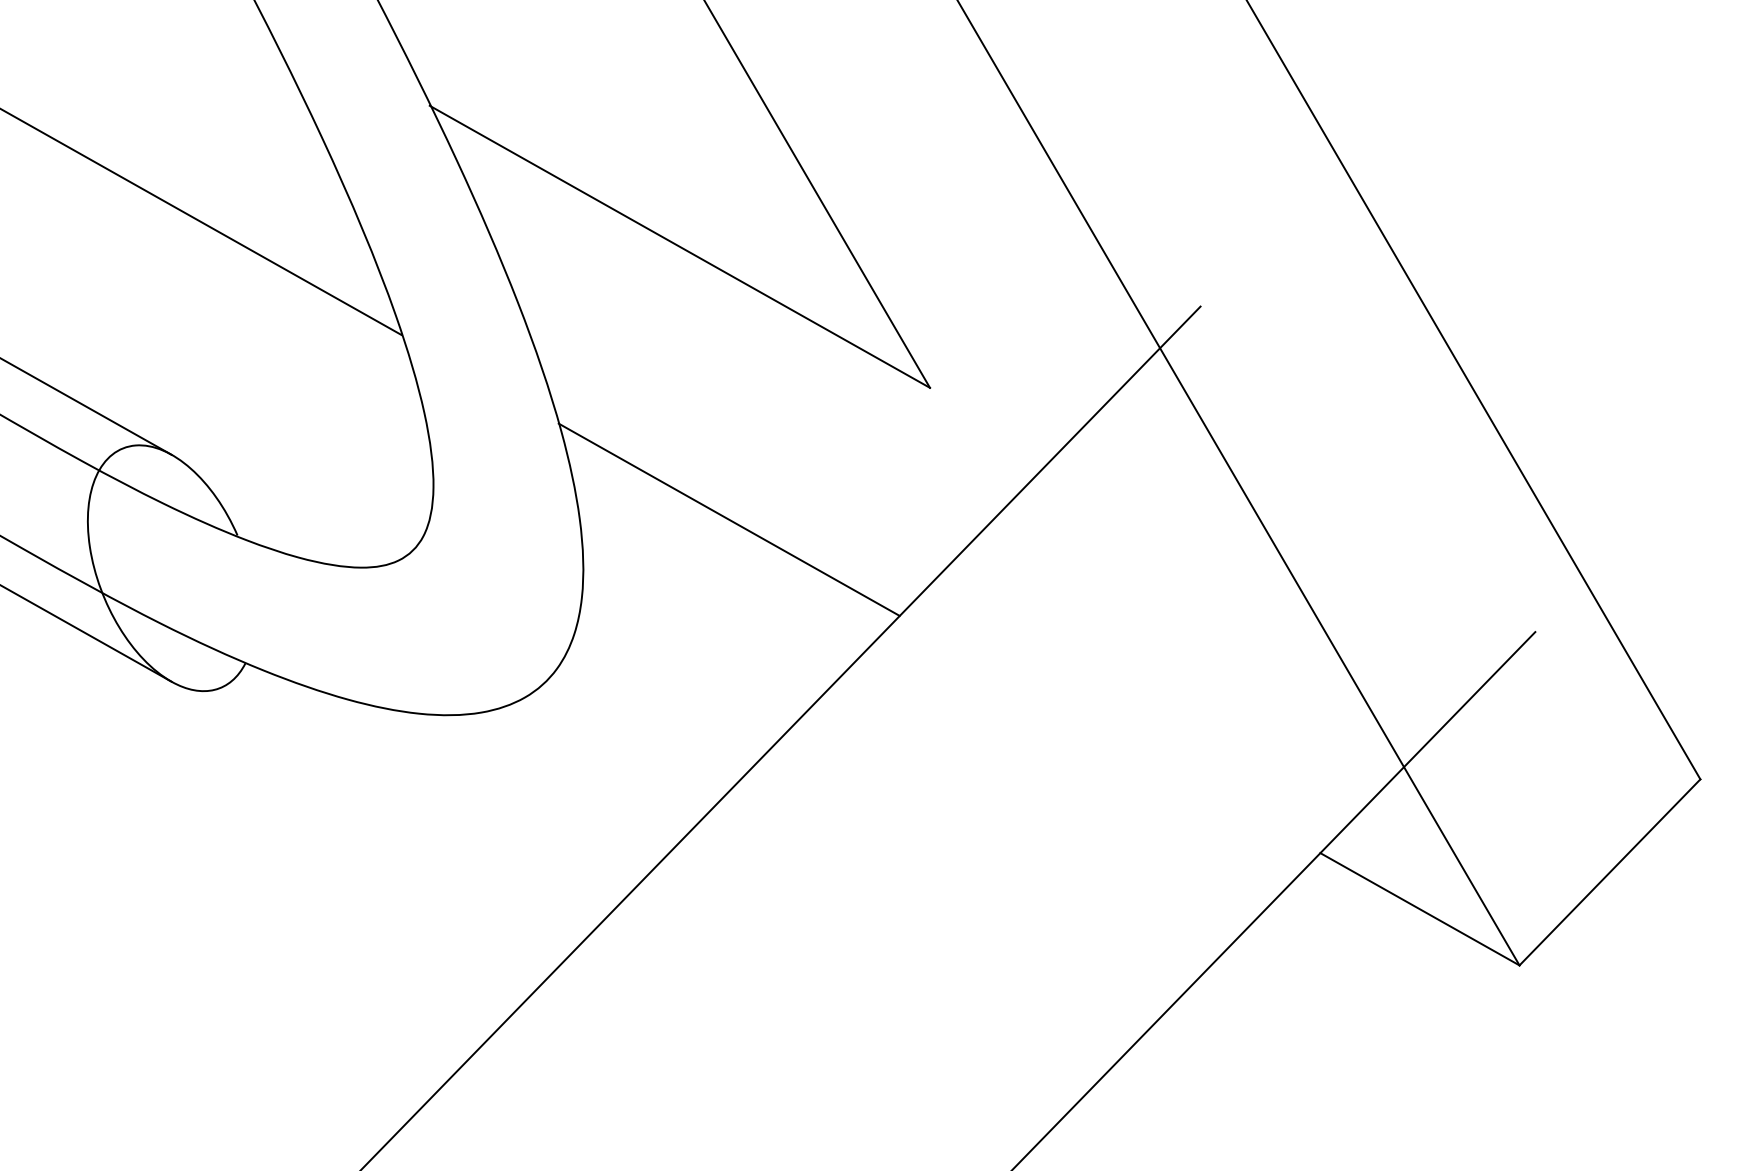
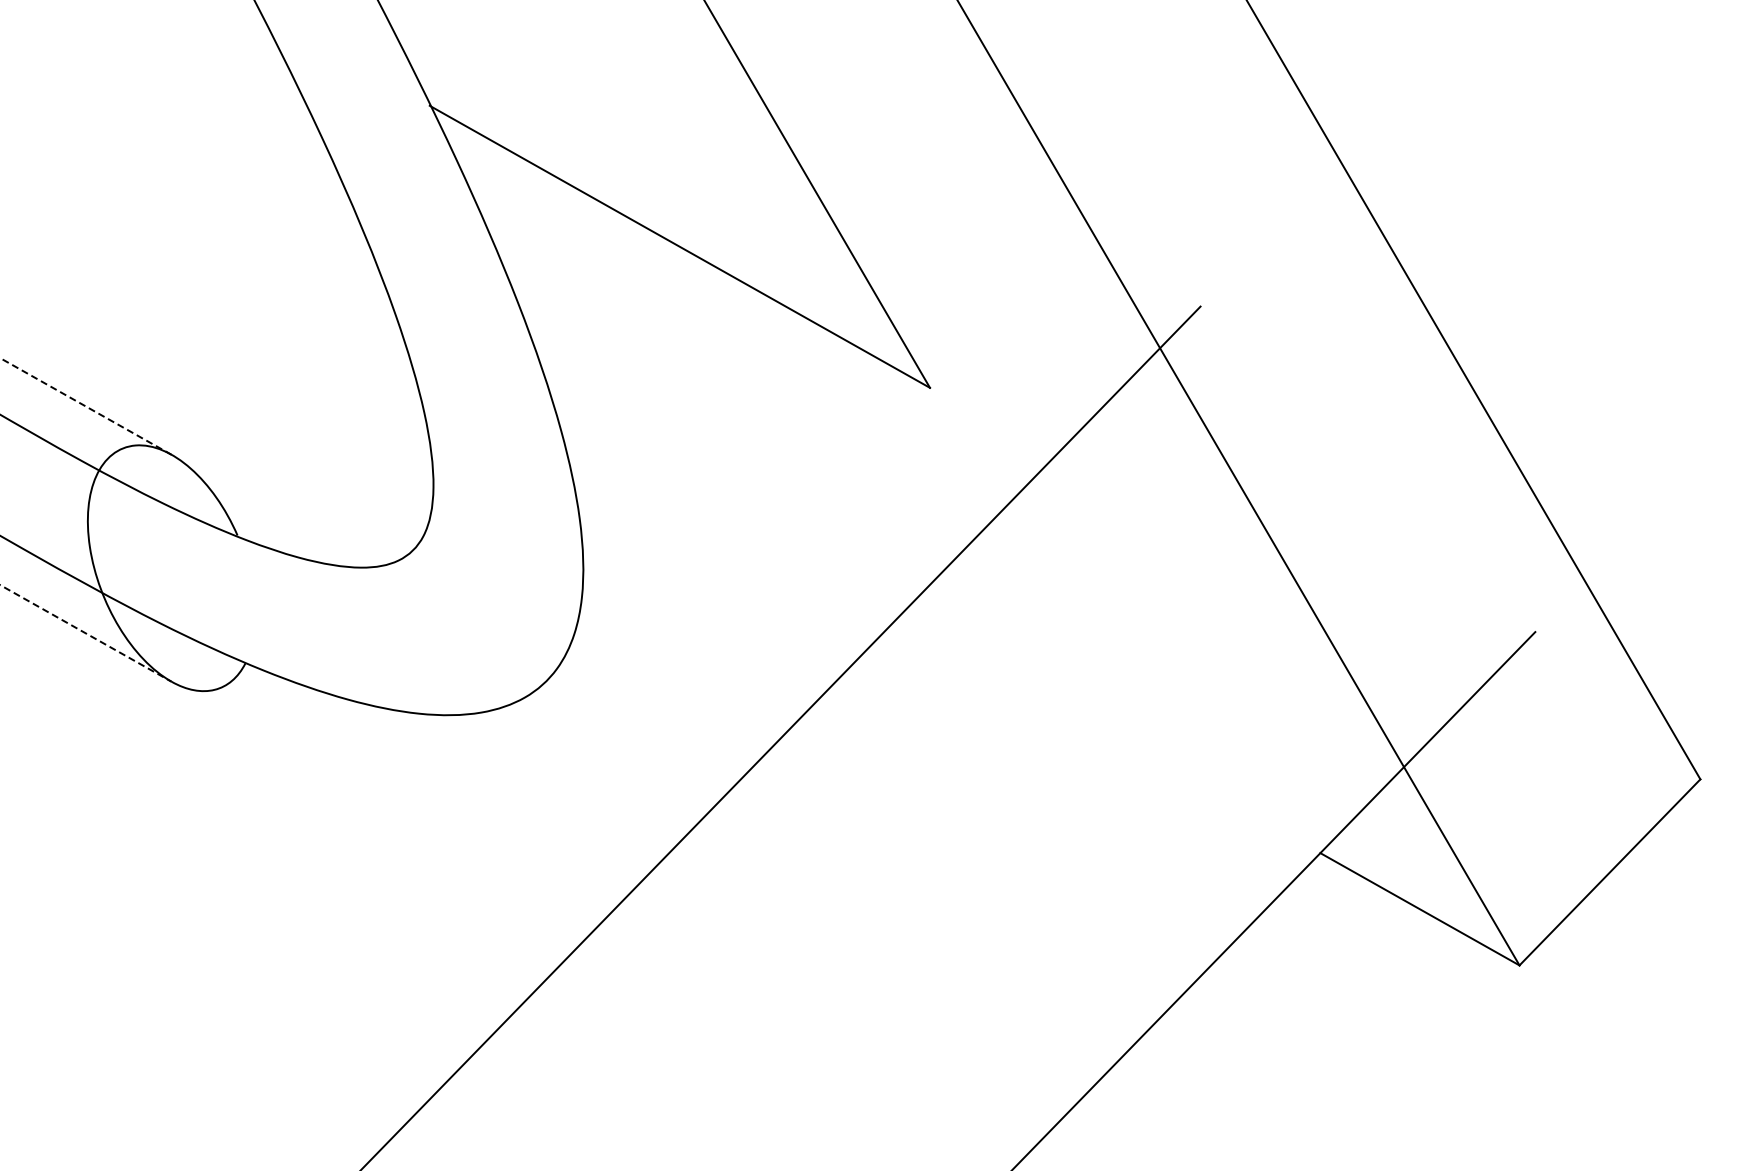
line at (201, 221): present -> none
line at (85, 406): solid -> dashed
line at (728, 519): present -> none
line at (86, 633): solid -> dashed
